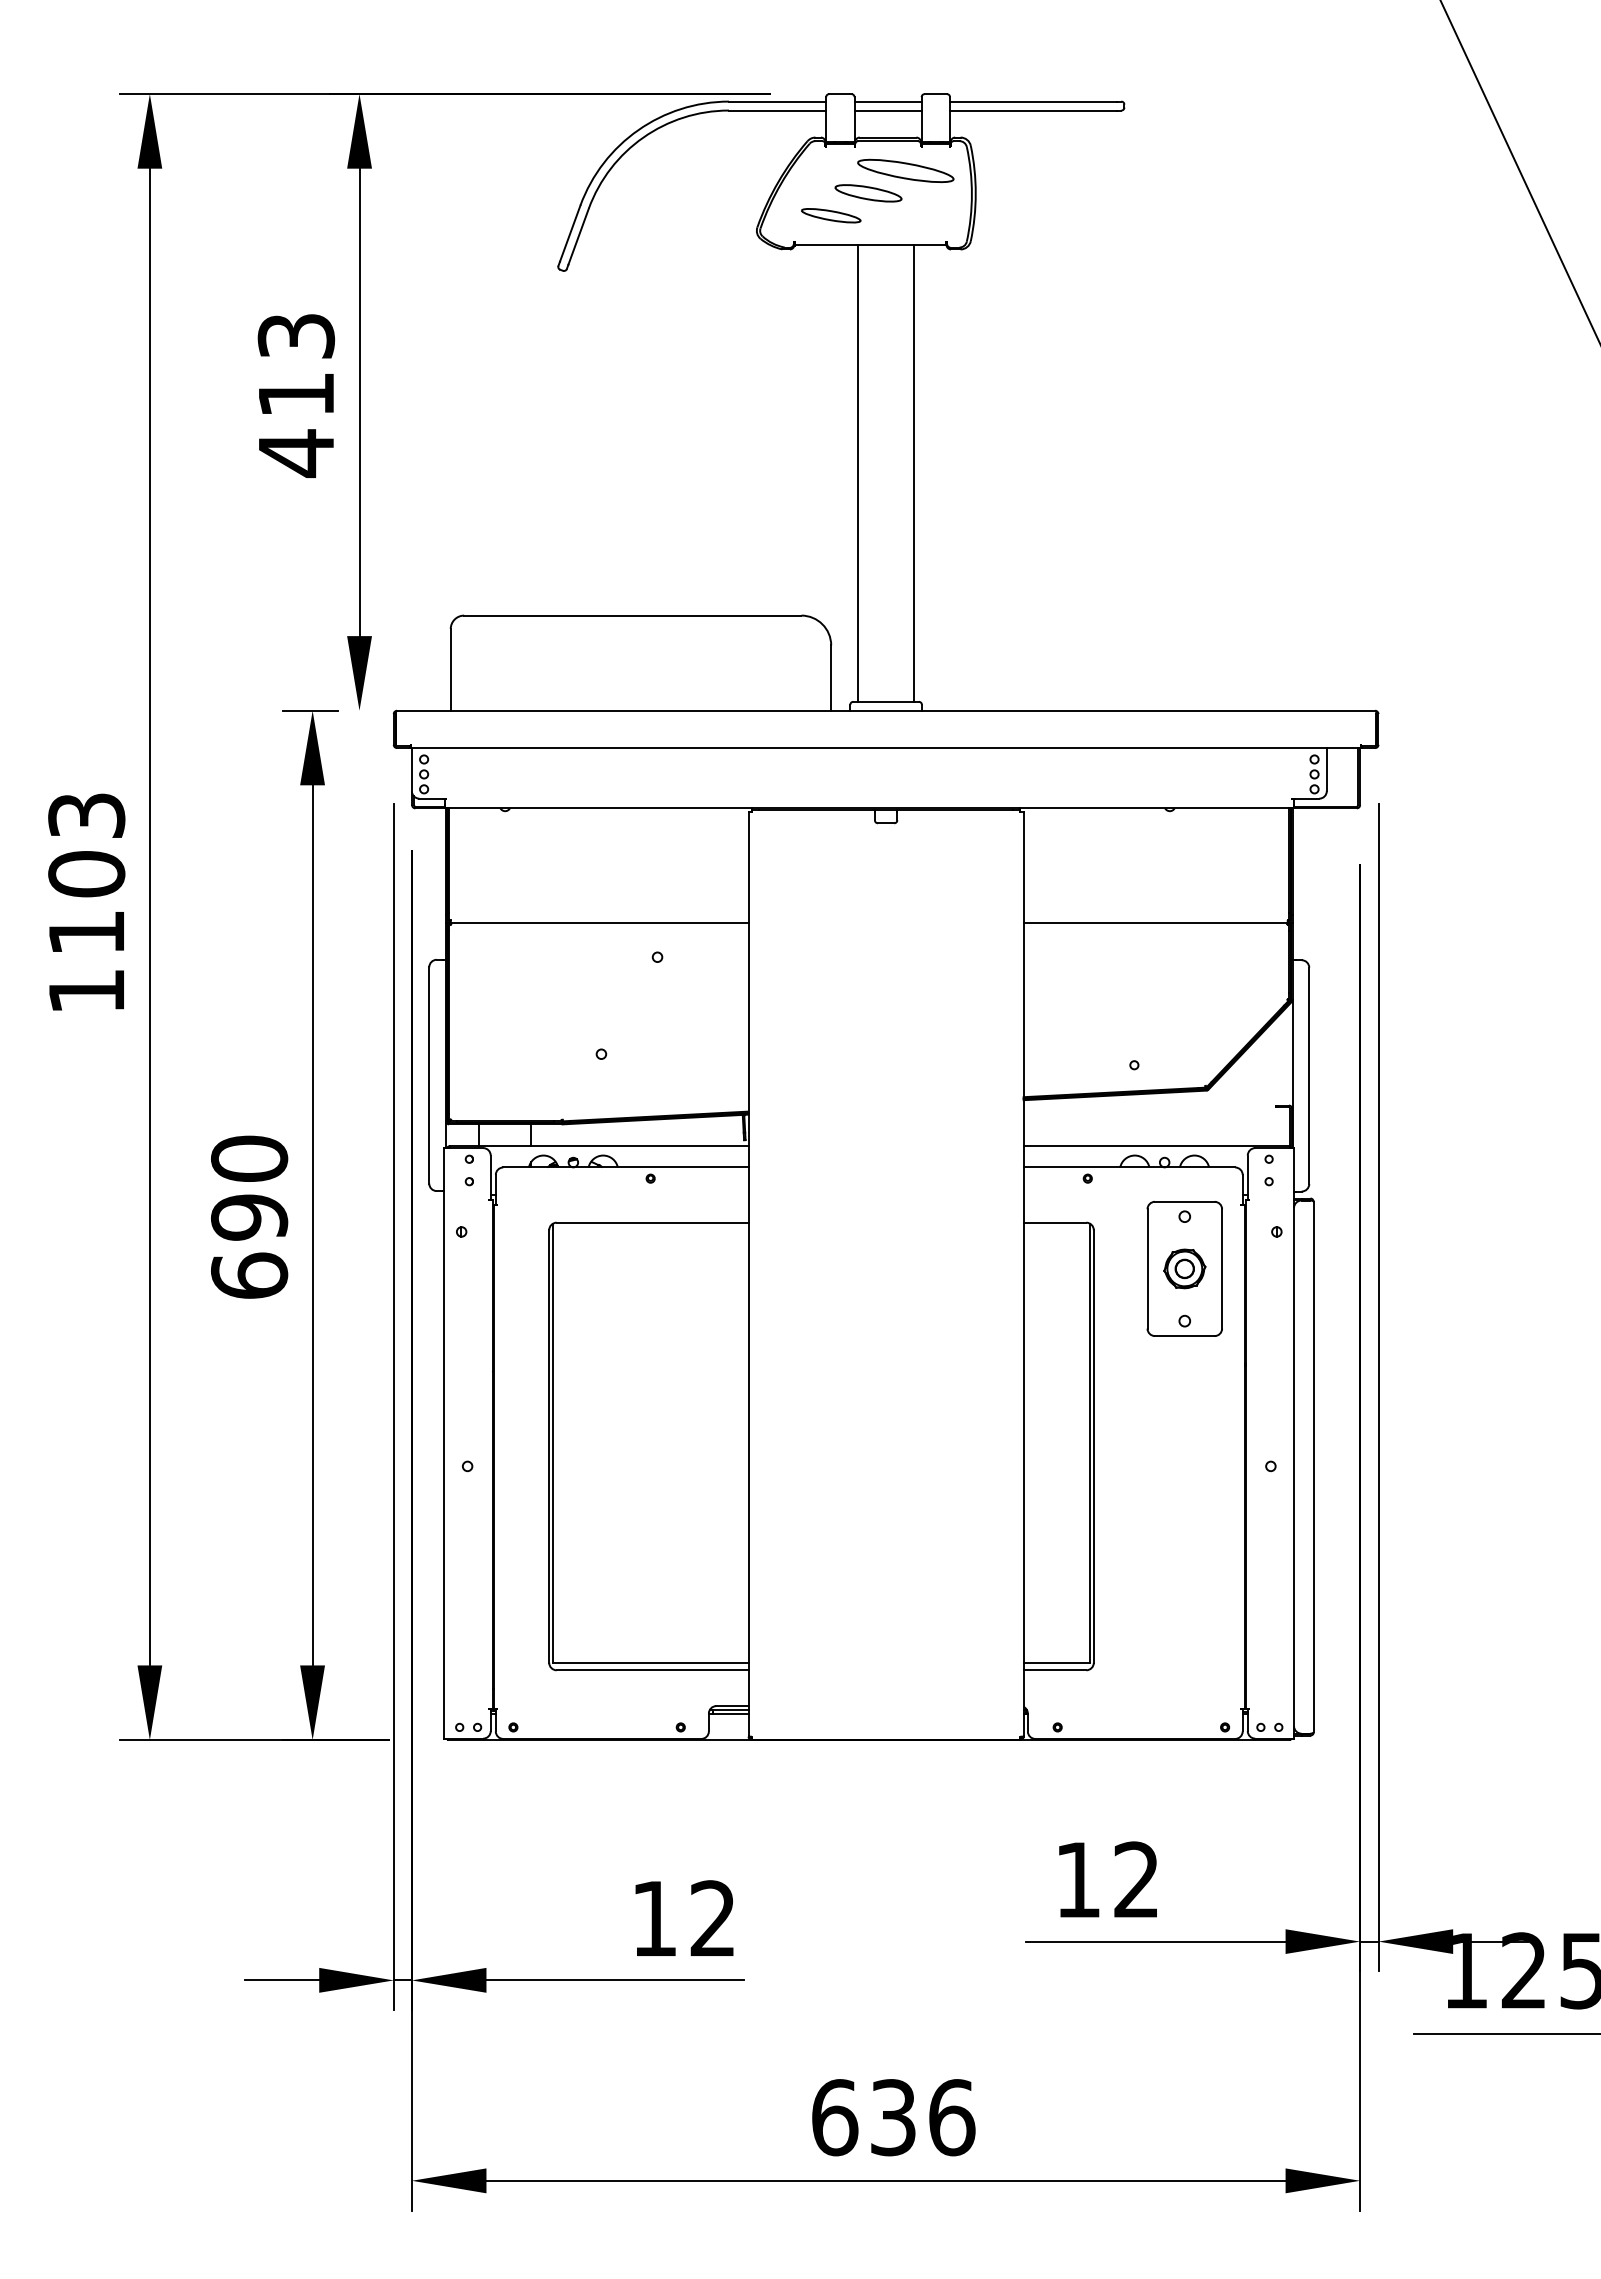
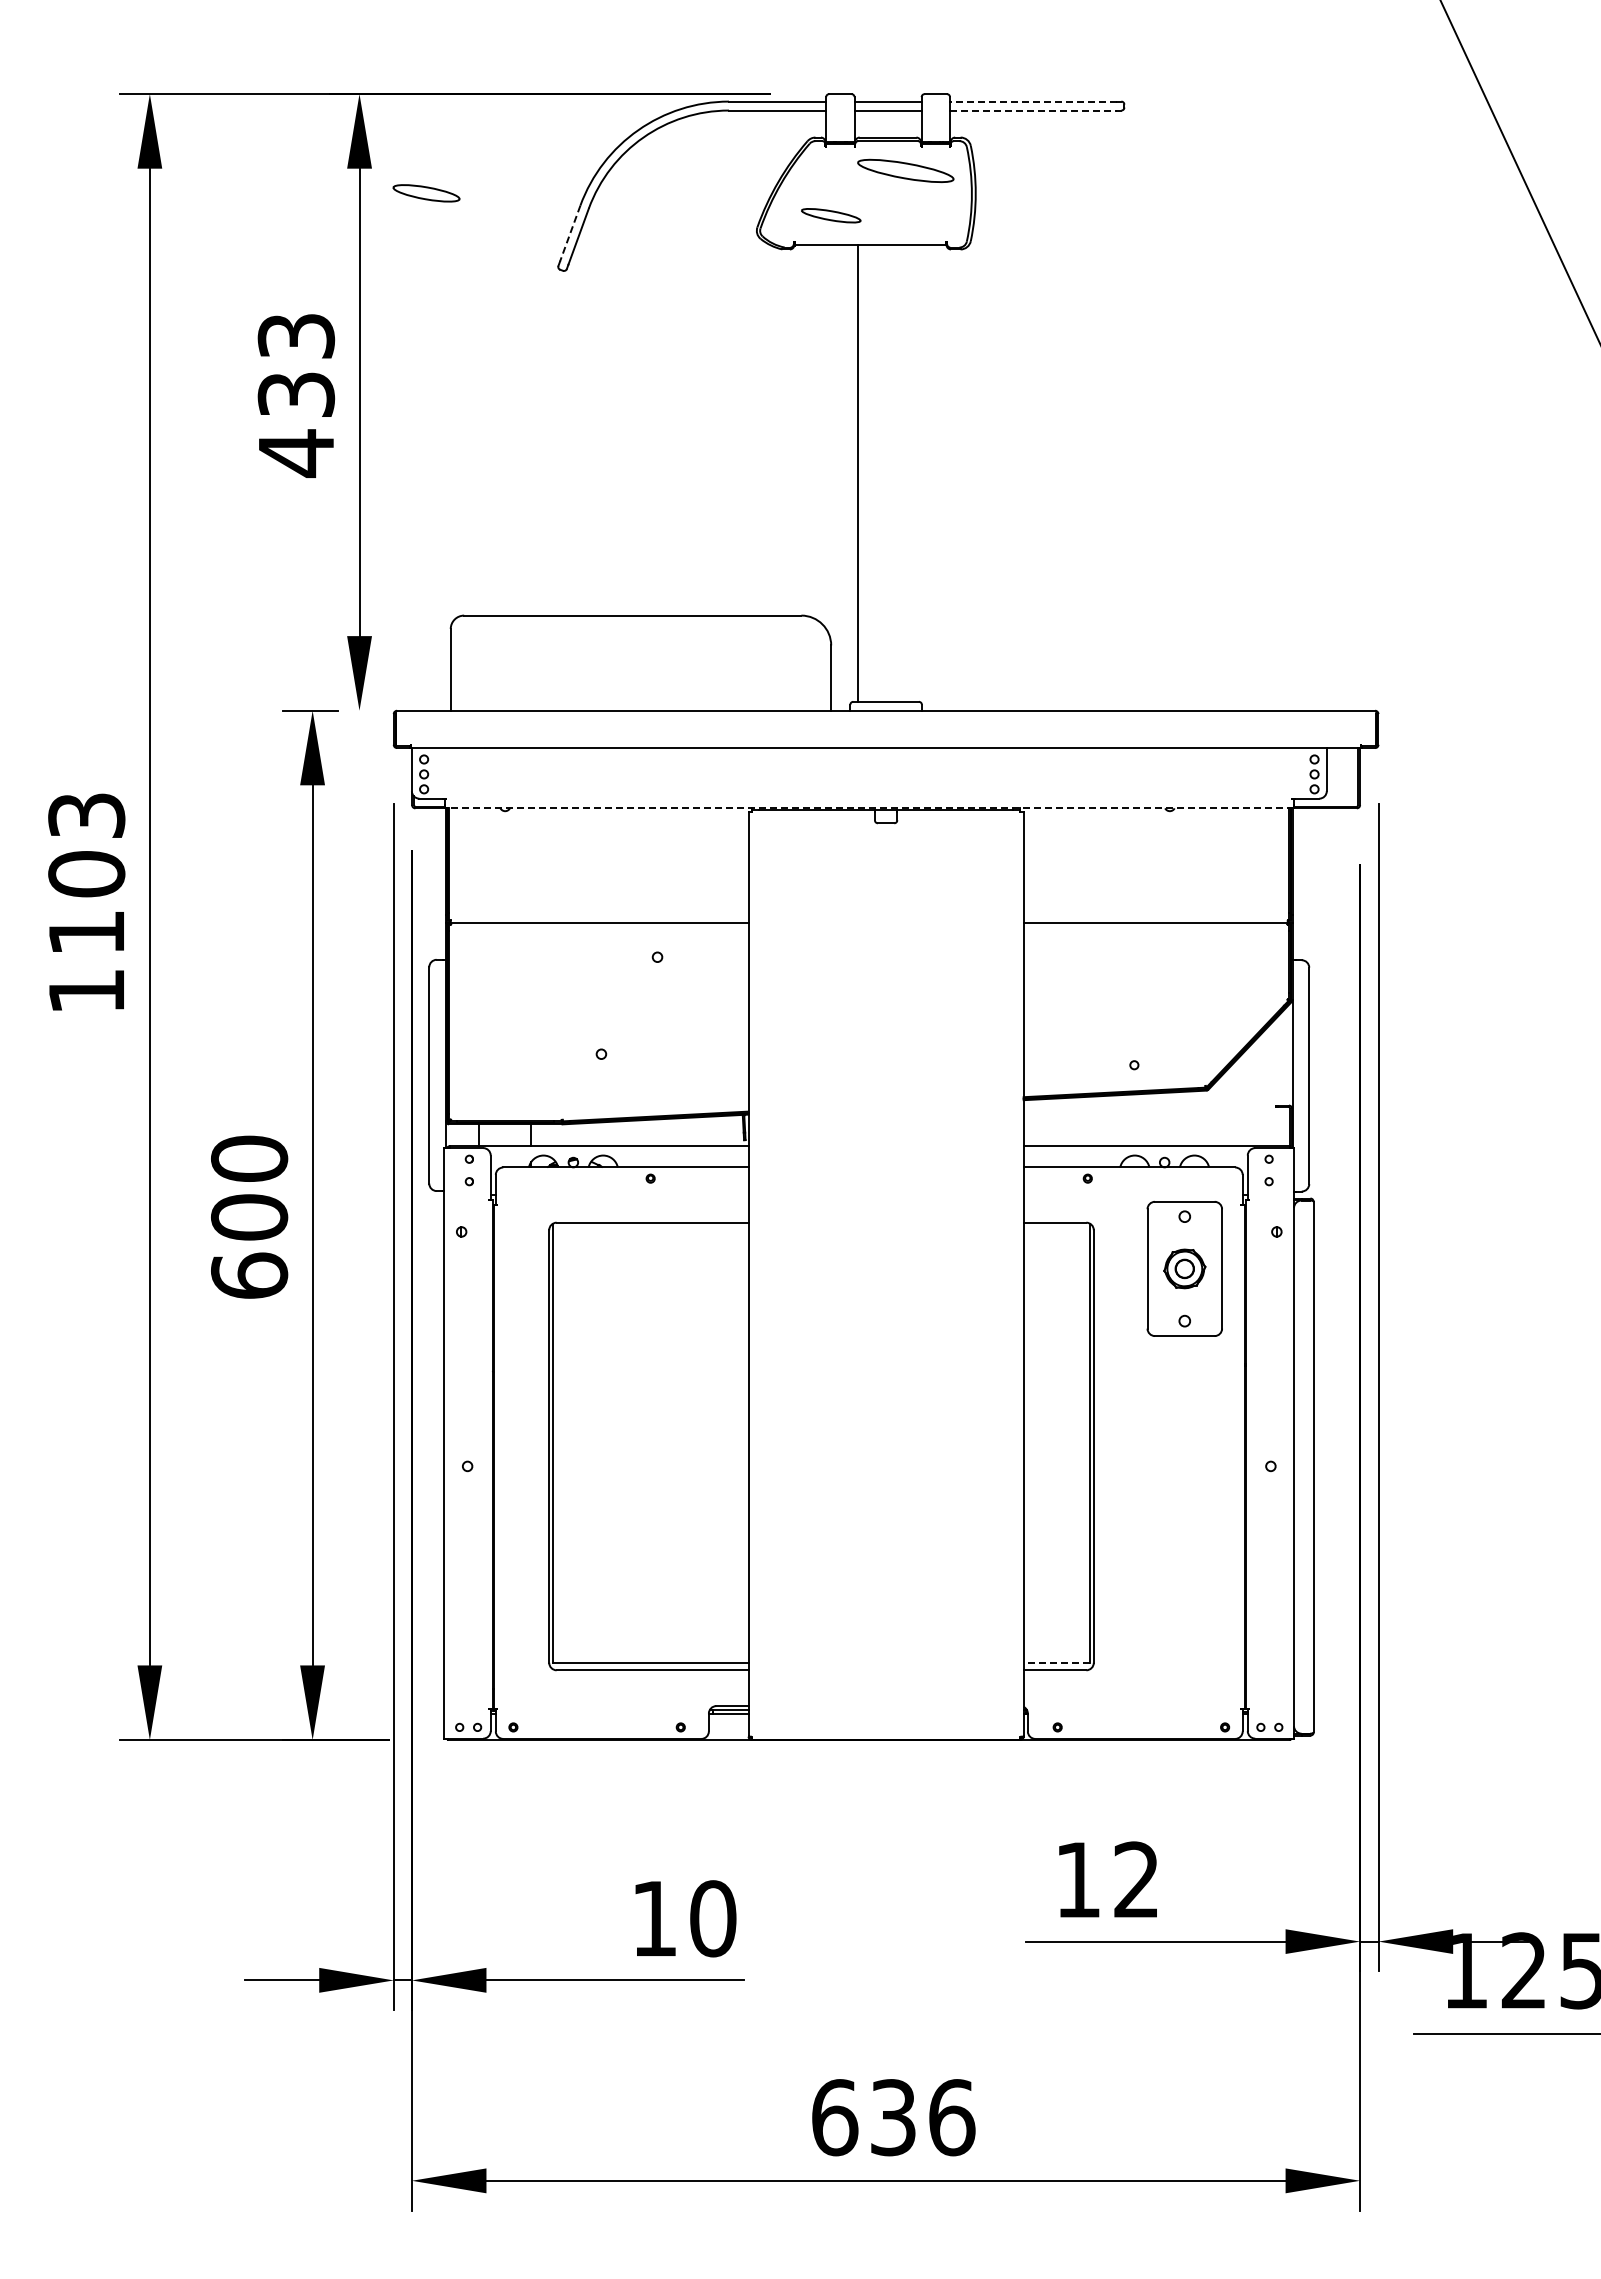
line at (1032, 101): solid -> dashed
line at (1033, 110): solid -> dashed
part at (868, 193) position: (868, 193) -> (426, 193)
line at (570, 233): solid -> dashed
text at (296, 394): 413 -> 433
line at (914, 473): present -> none
line at (868, 808): solid -> dashed
text at (249, 1217): 690 -> 600
line at (1056, 1662): solid -> dashed
text at (713, 1918): 12 -> 10
